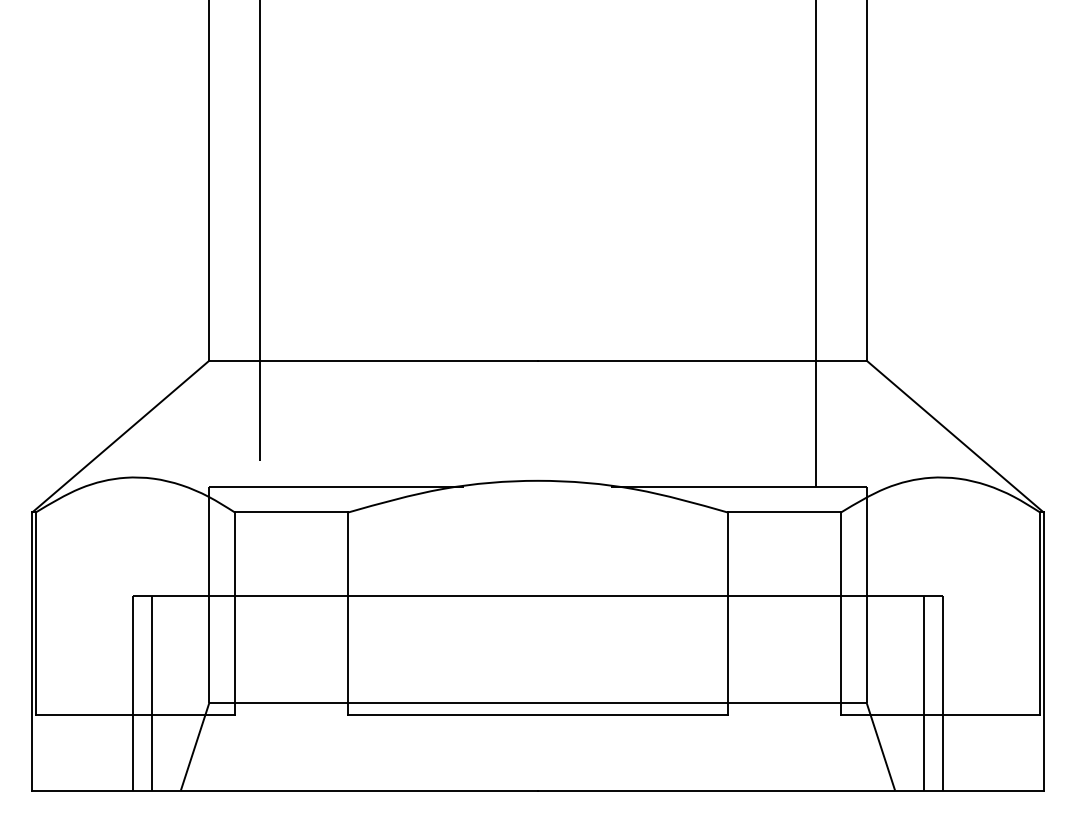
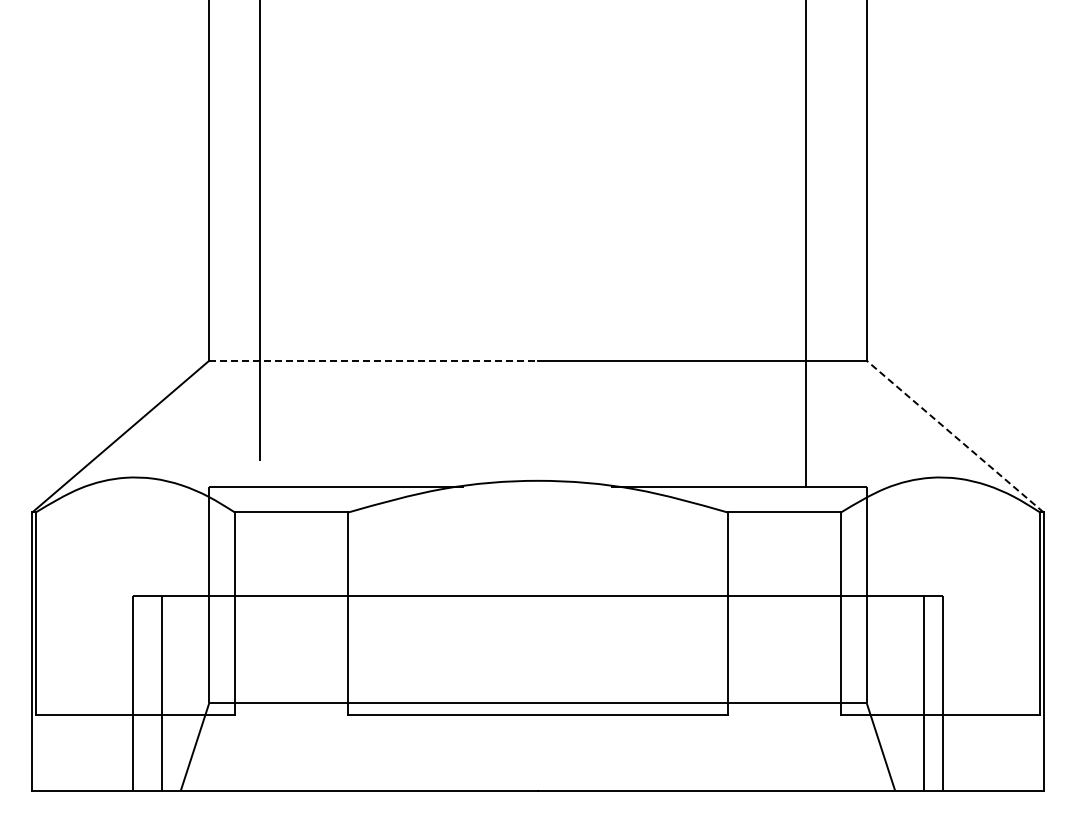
line at (816, 244) position: (816, 244) -> (806, 244)
line at (374, 360): solid -> dashed
line at (955, 436): solid -> dashed
line at (152, 693) position: (152, 693) -> (162, 693)
